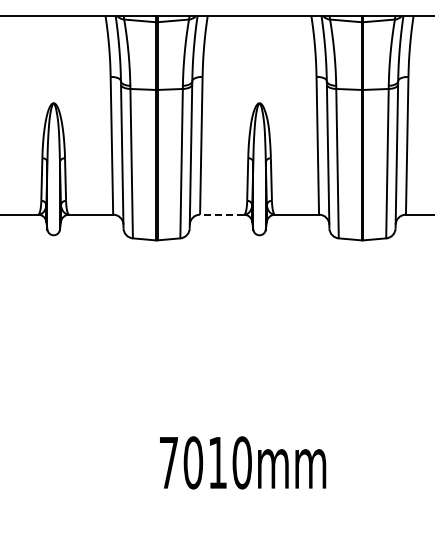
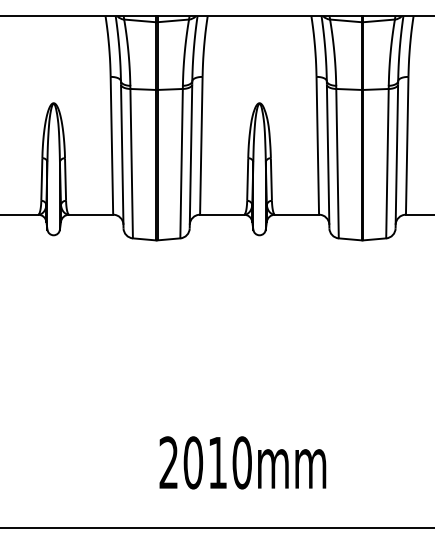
line at (221, 214): dashed -> solid
text at (168, 462): 7010mm -> 2010mm
line at (216, 527): none -> present
